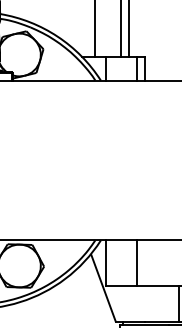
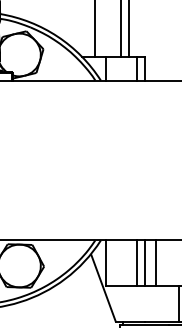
line at (144, 263): none -> present
line at (155, 263): none -> present
